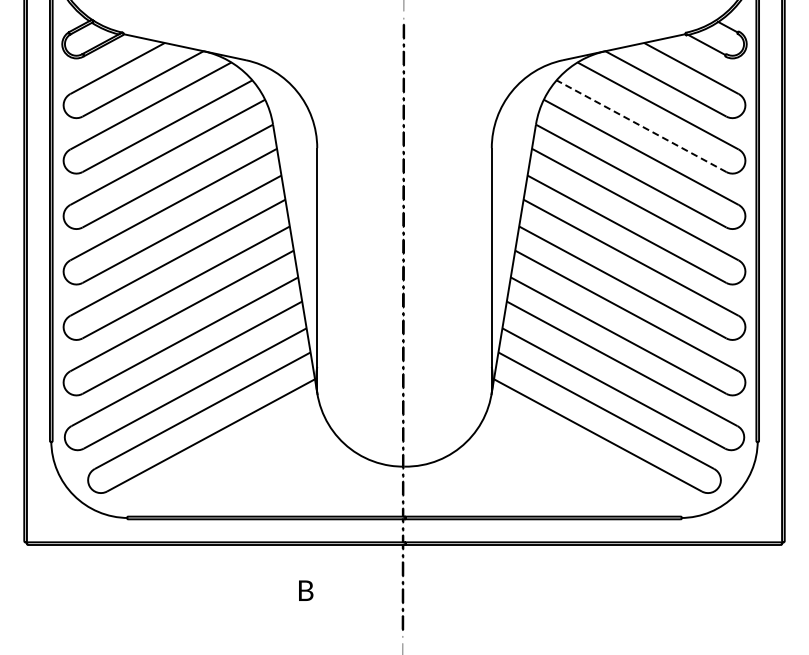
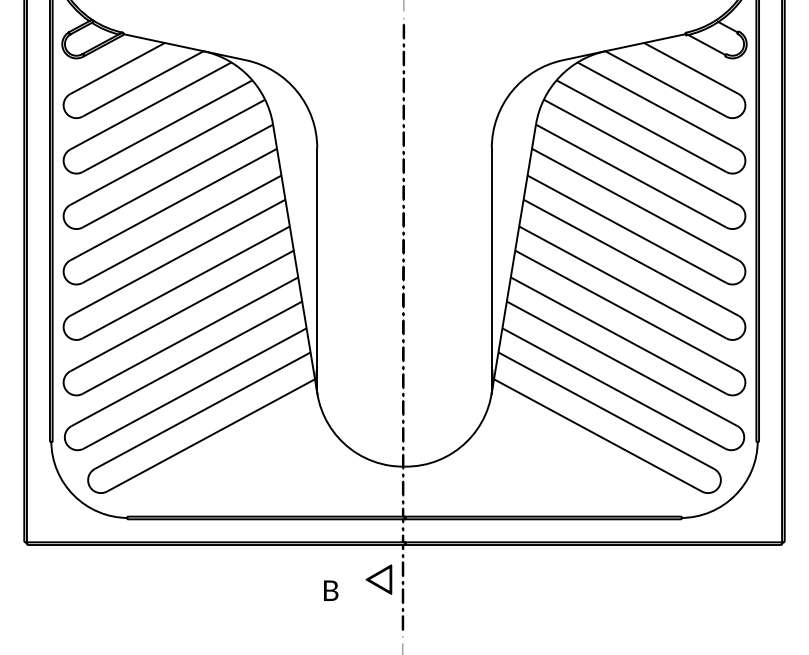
line at (641, 126): dashed -> solid
part at (378, 579): none -> present
text at (306, 590) position: (306, 590) -> (331, 590)
